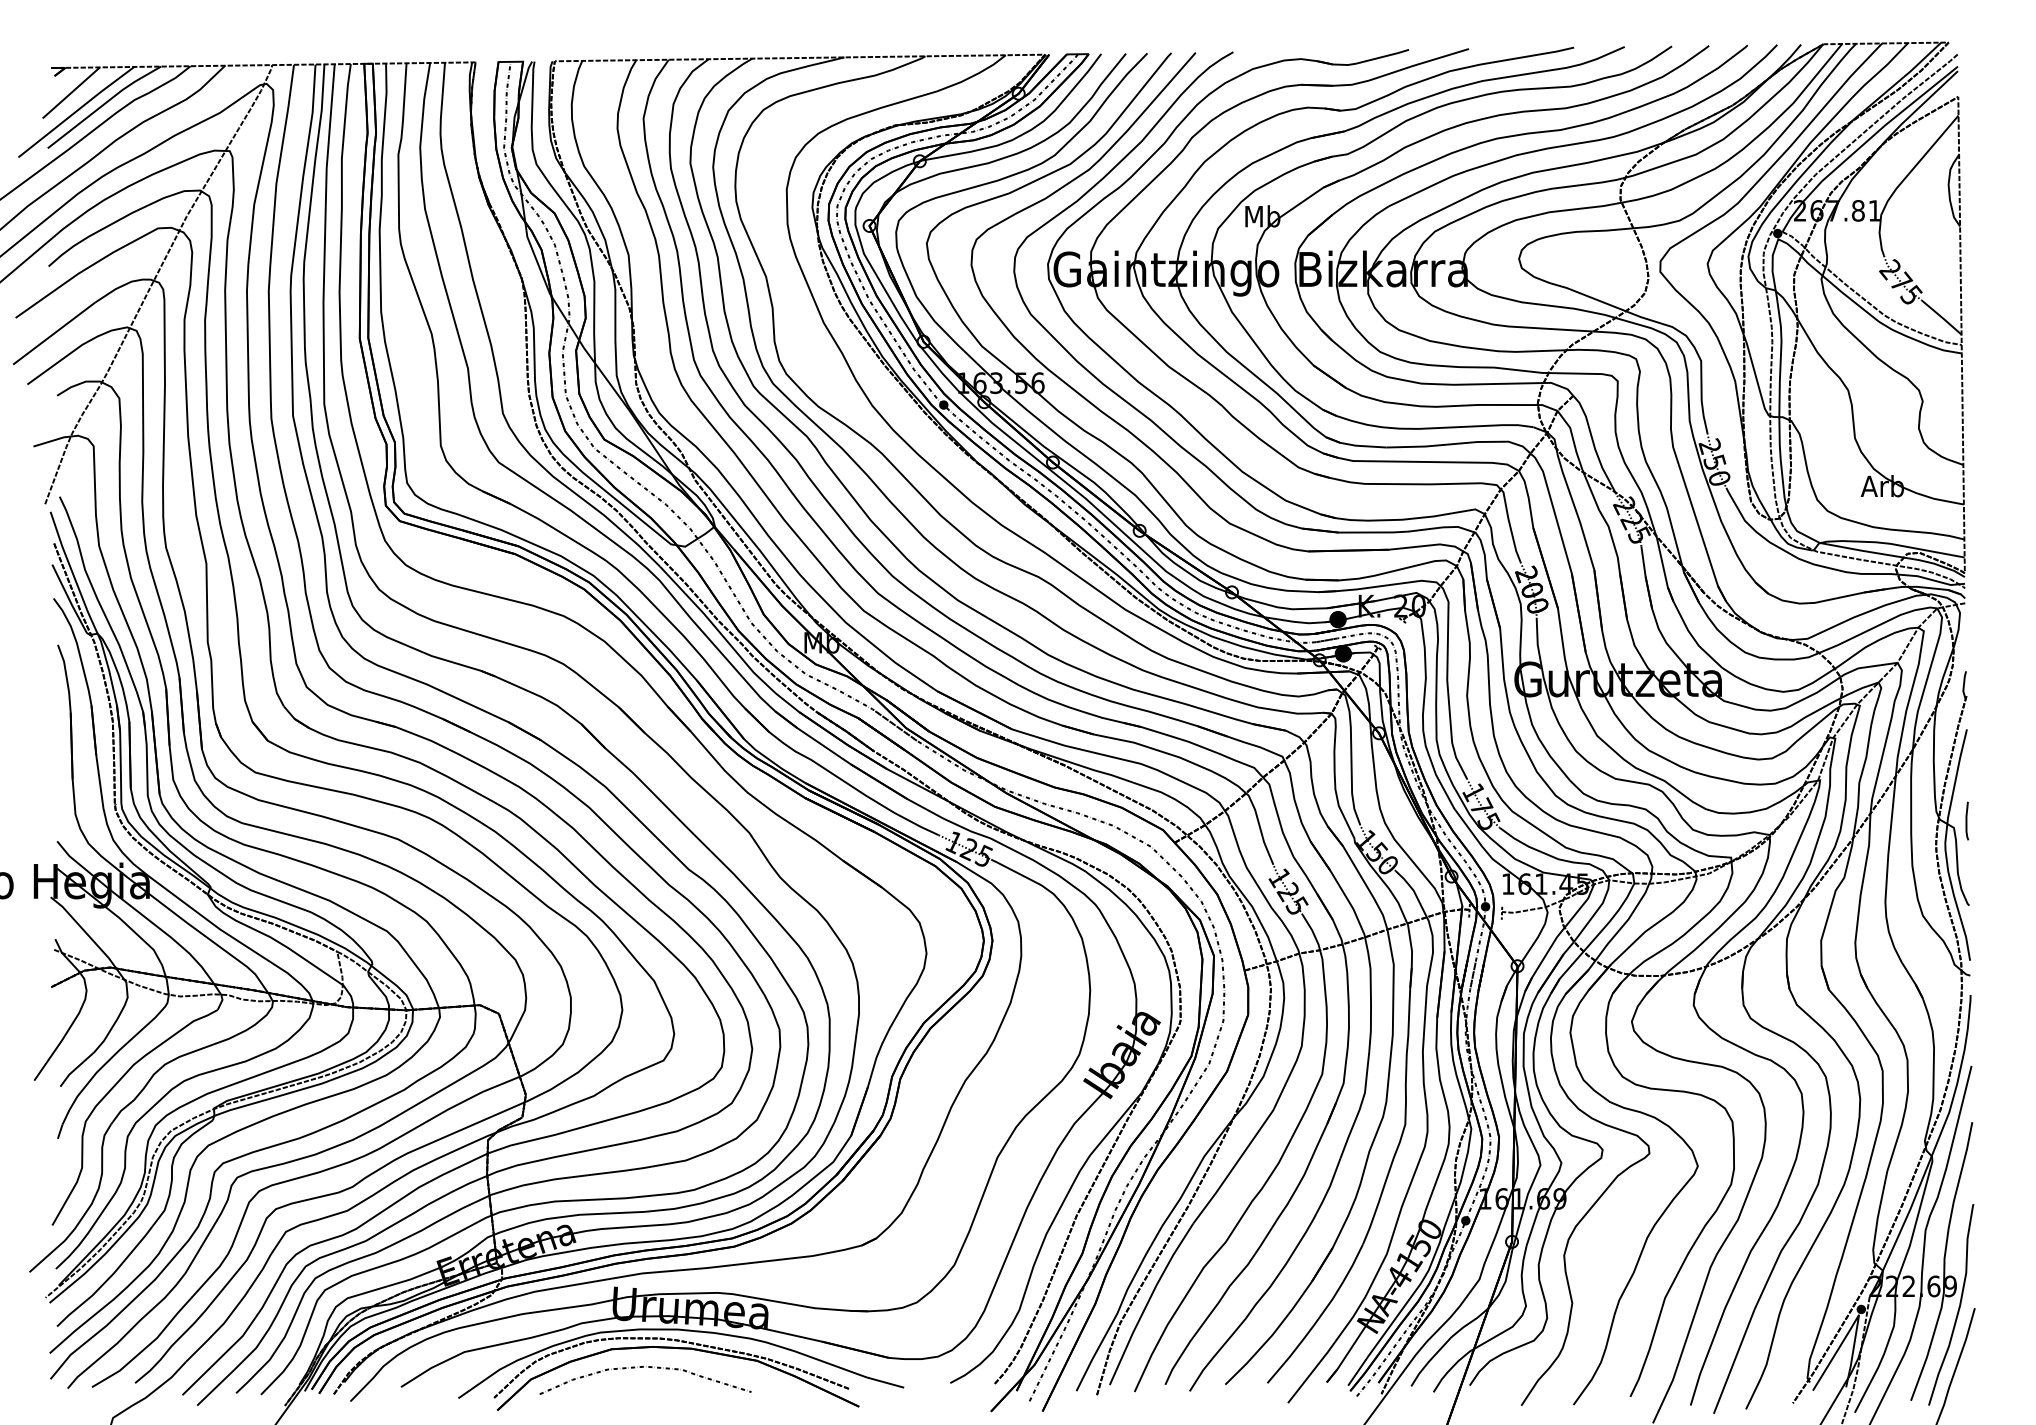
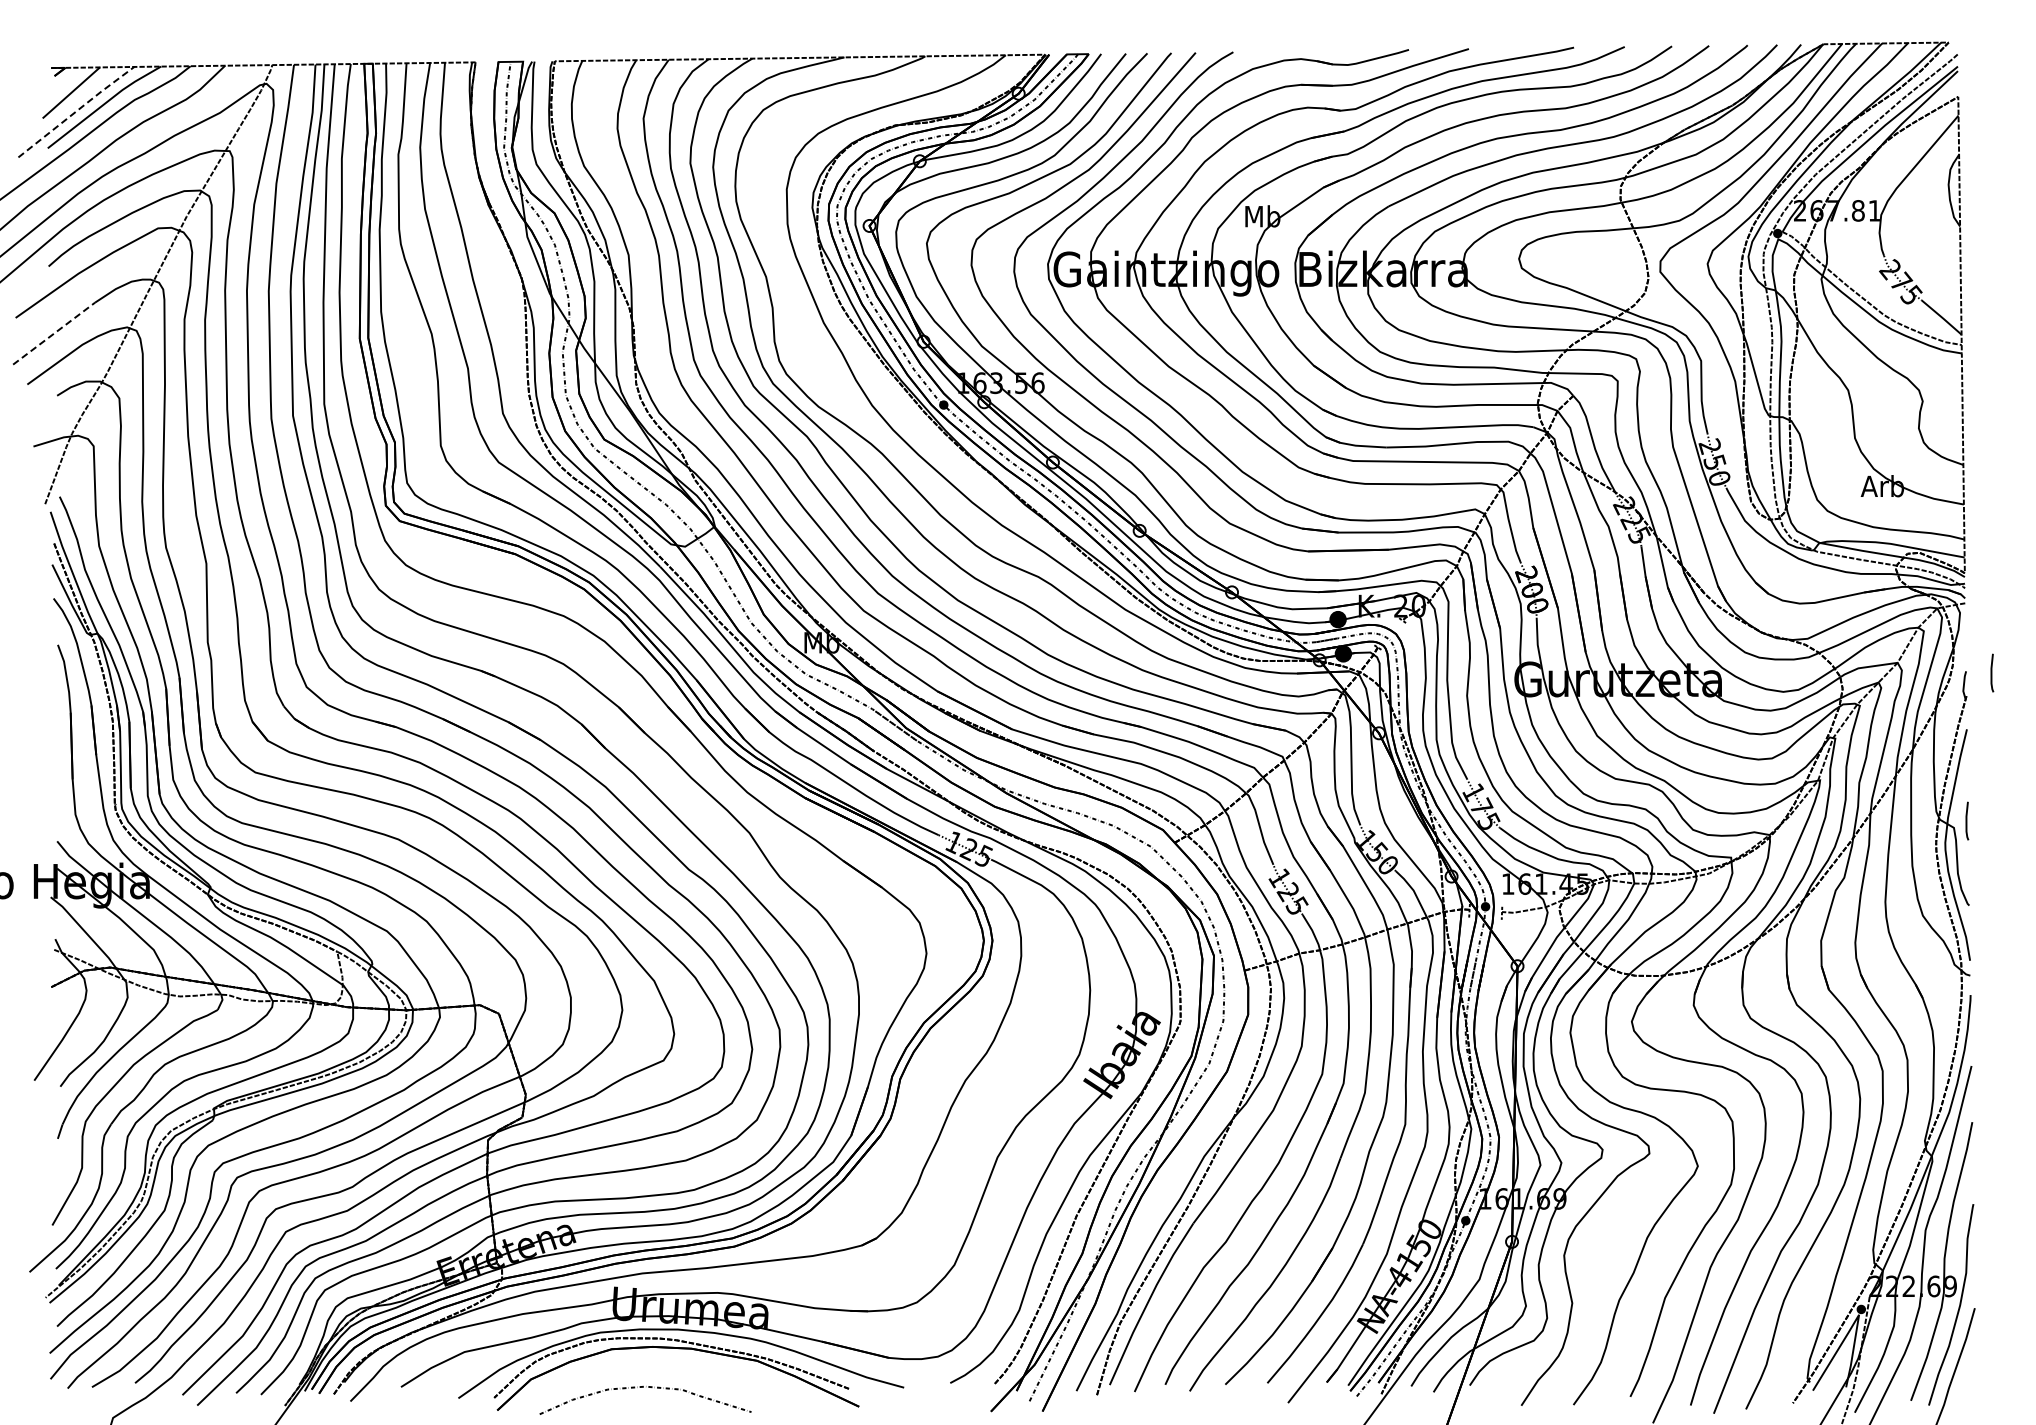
line at (77, 110): solid -> dashed
line at (54, 333): solid -> dashed
line at (1992, 672): none -> present
curve at (646, 1367) position: (646, 1367) -> (646, 1387)
